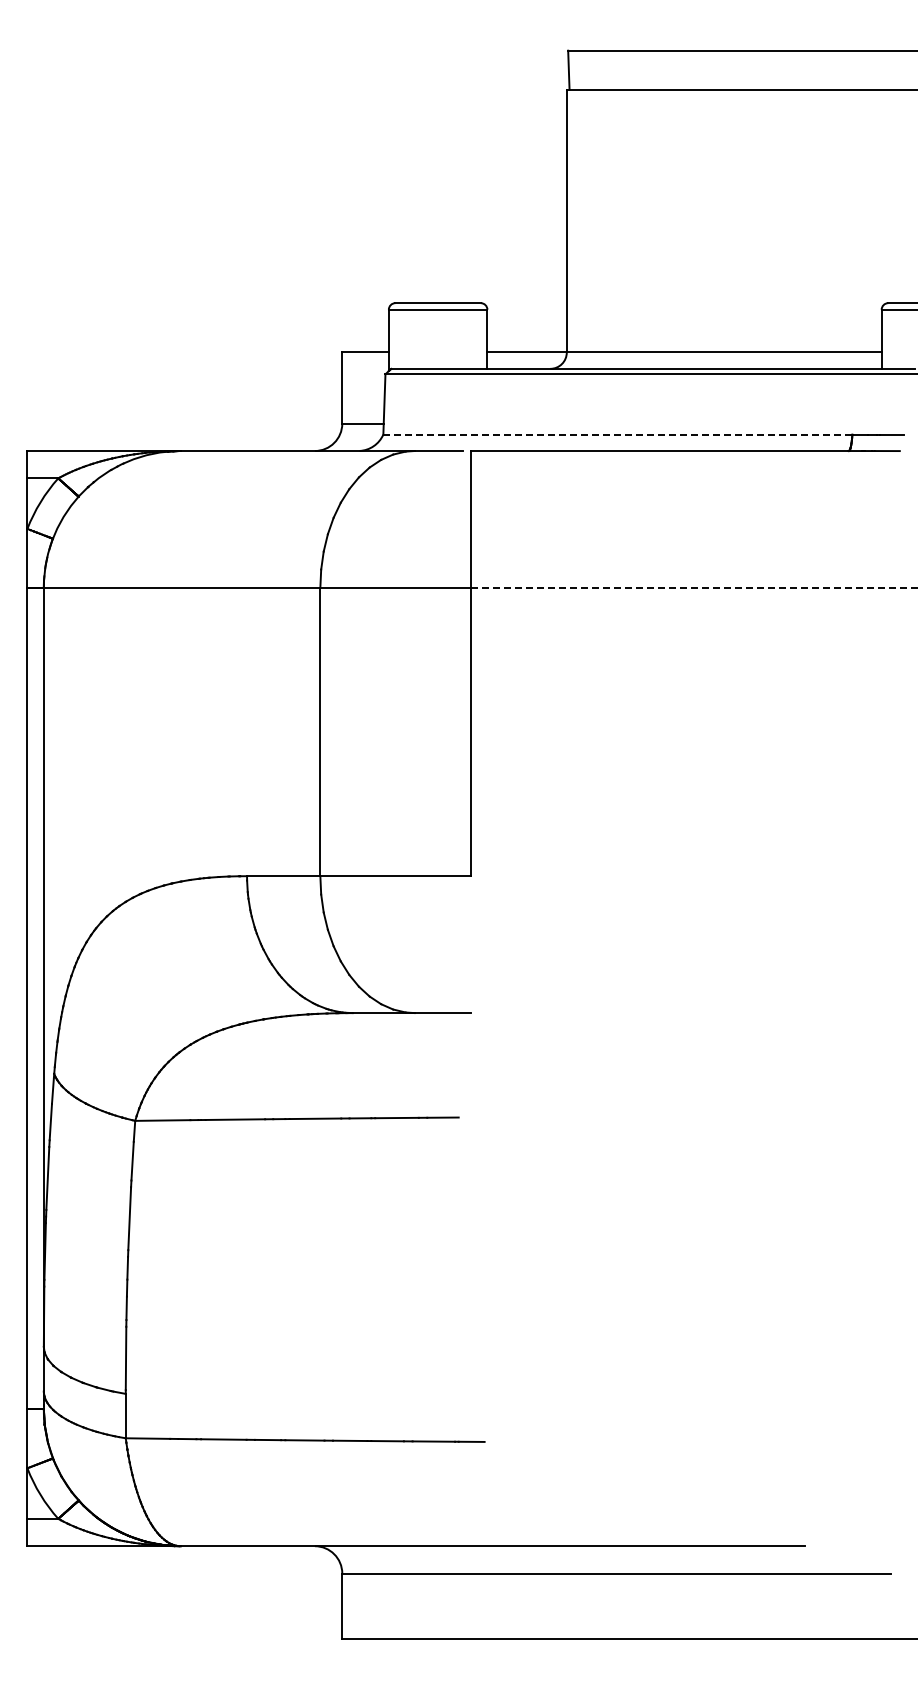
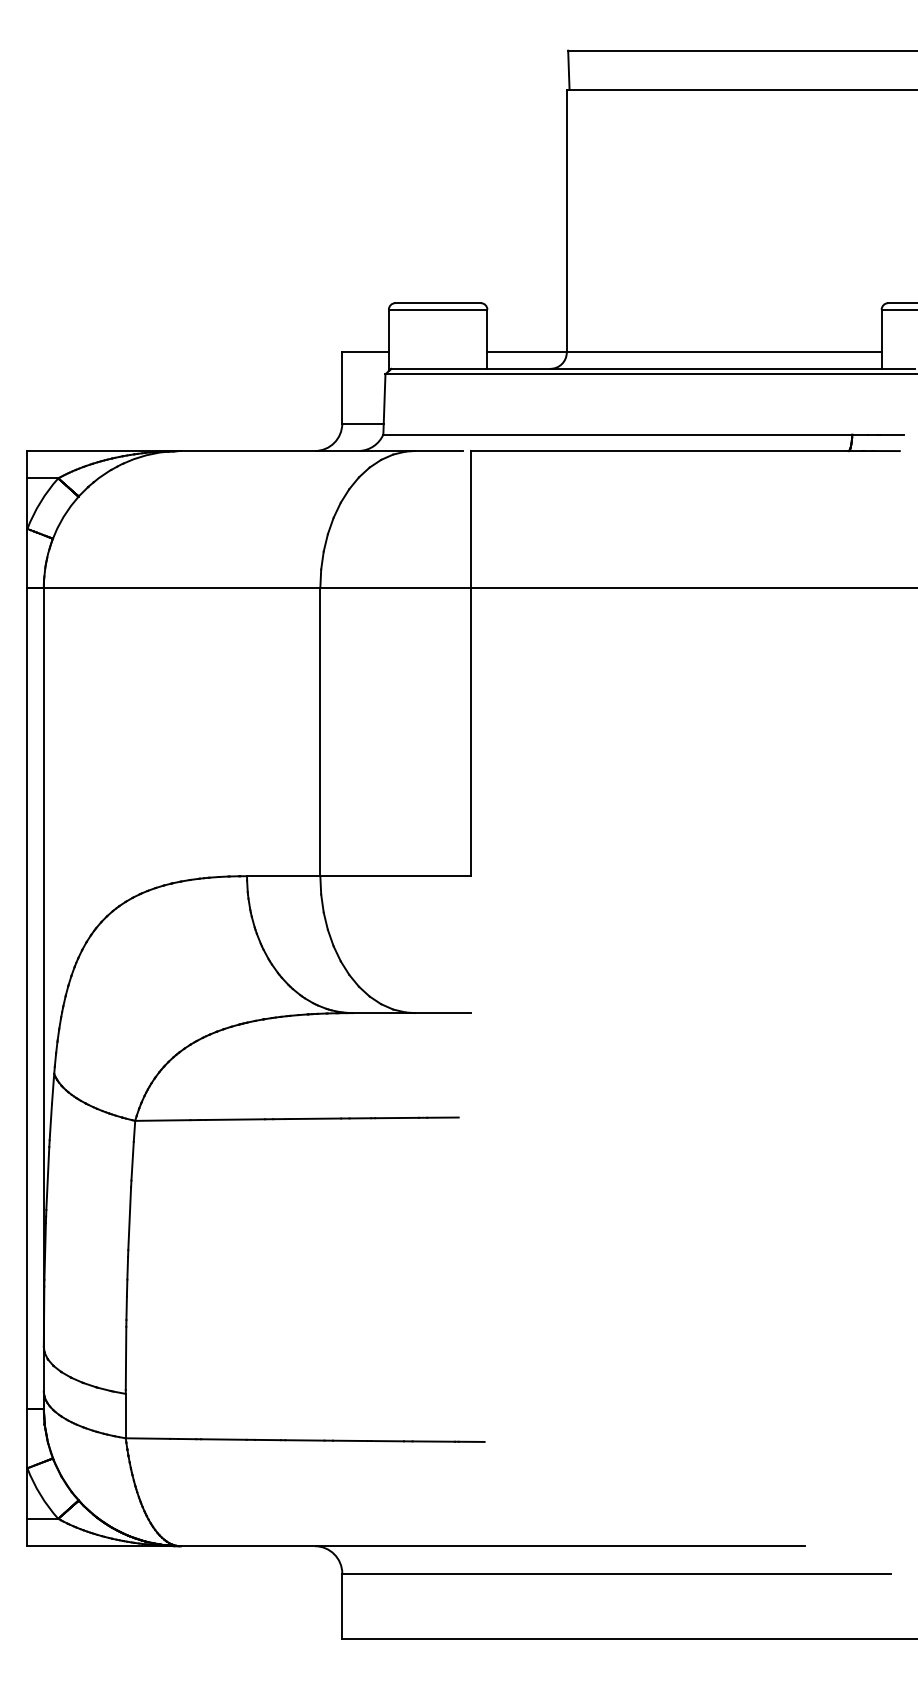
line at (617, 434): dashed -> solid
line at (694, 587): dashed -> solid
